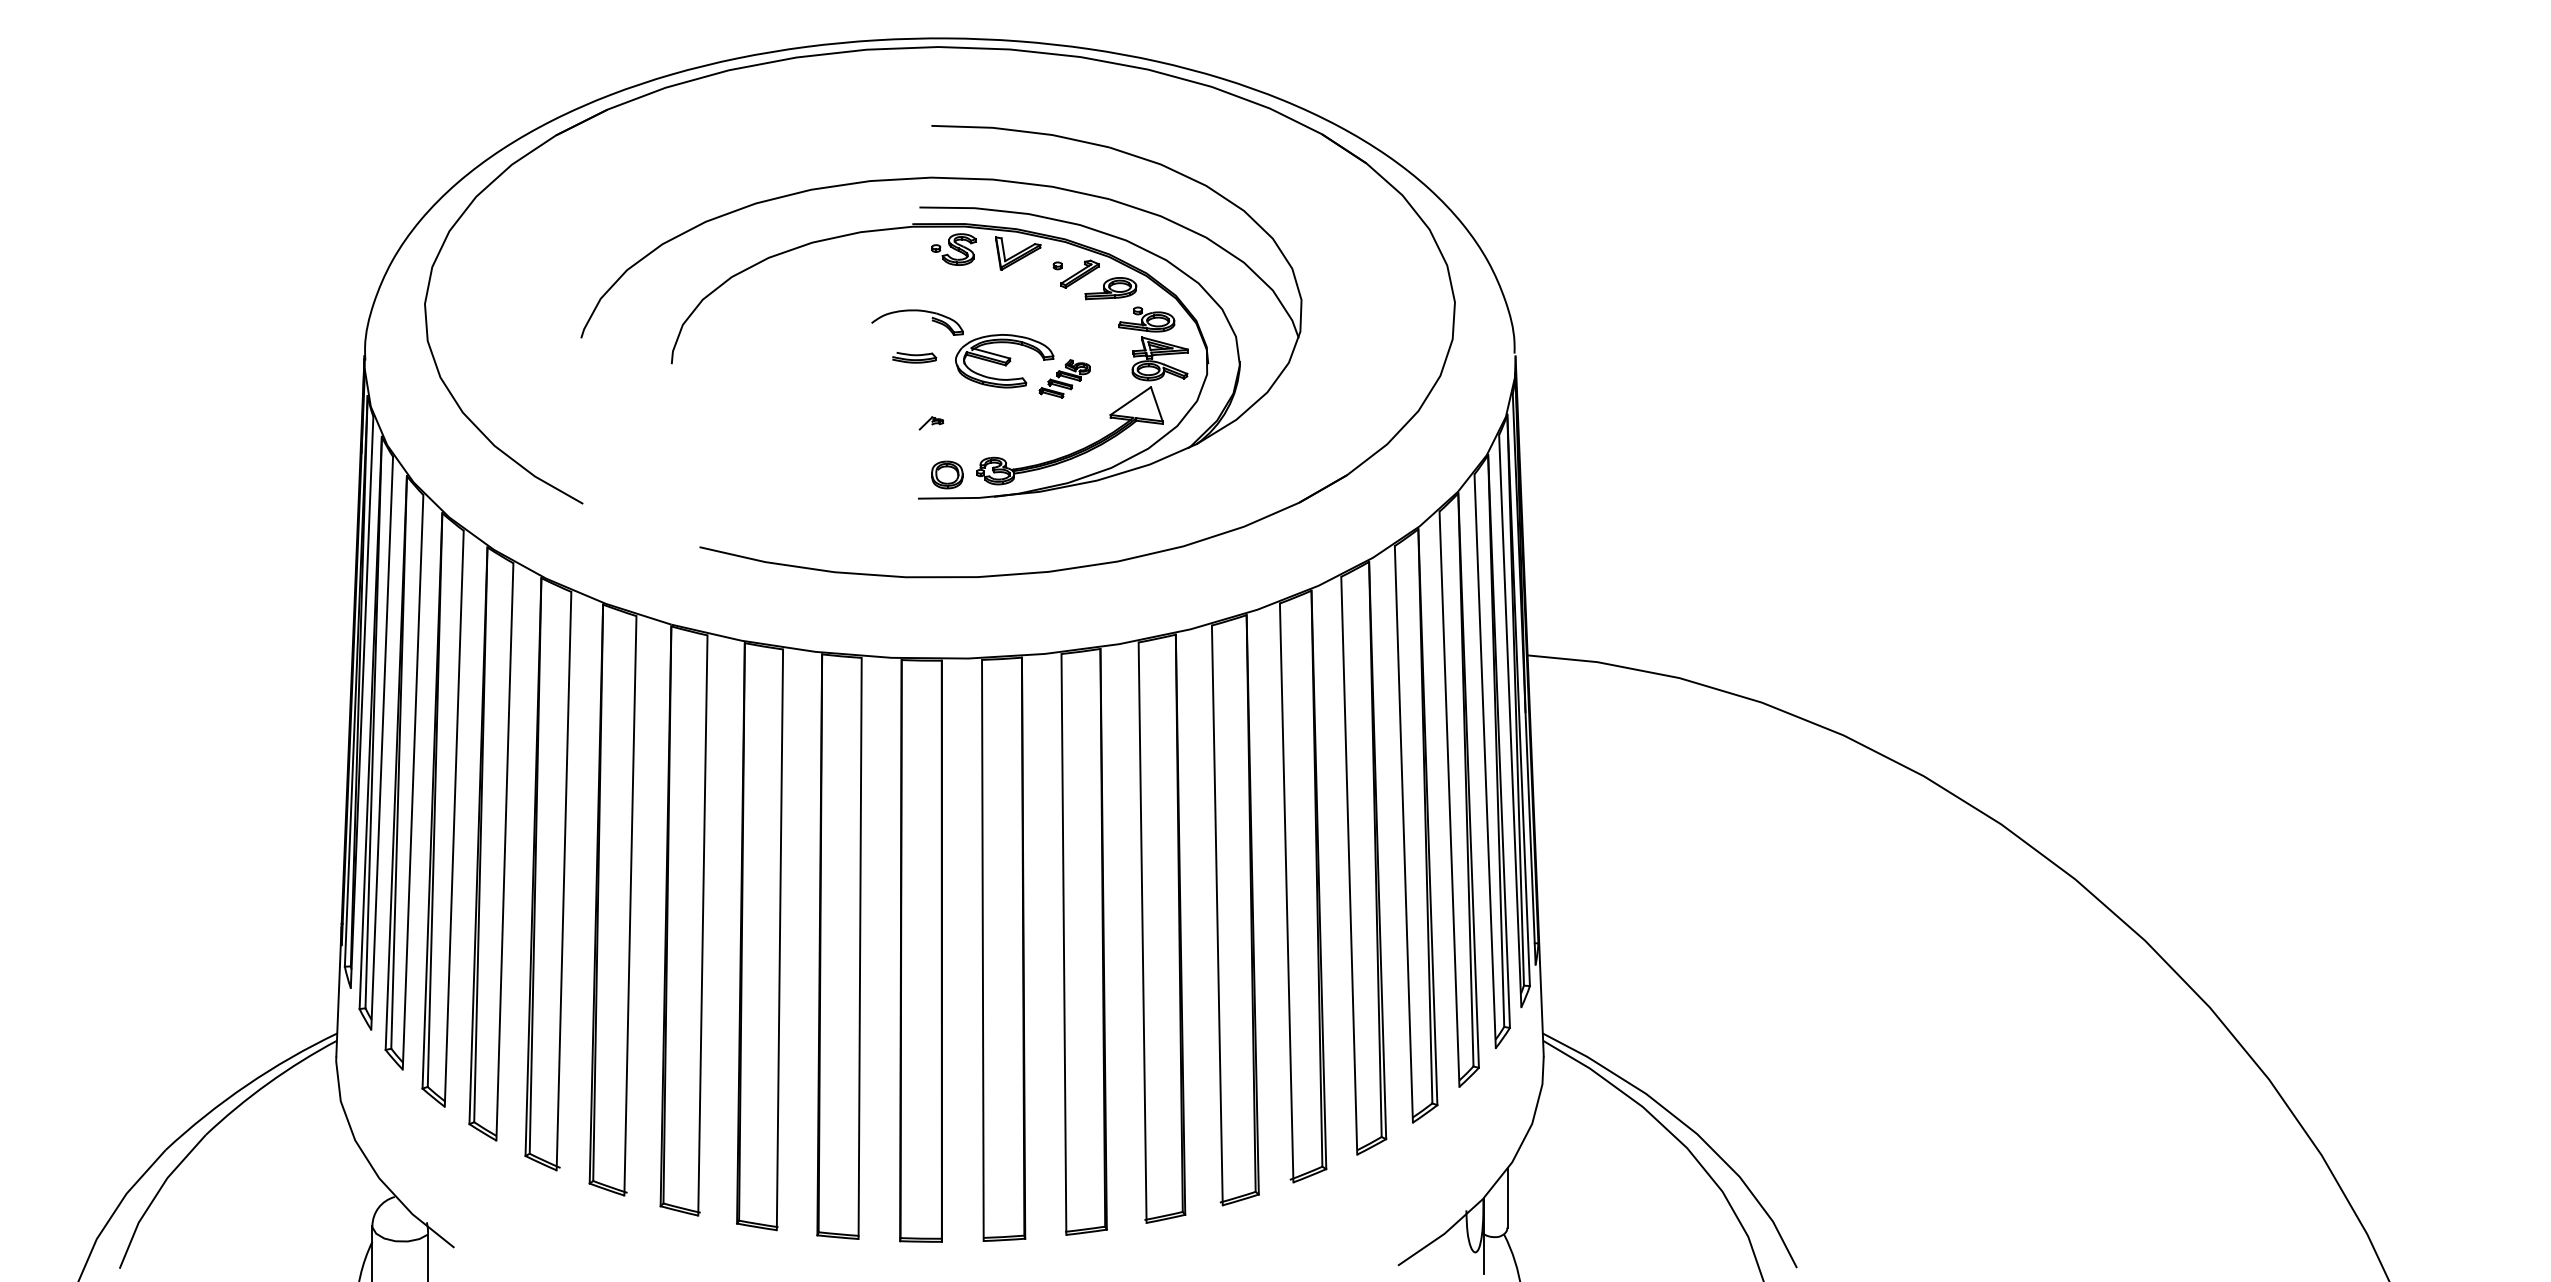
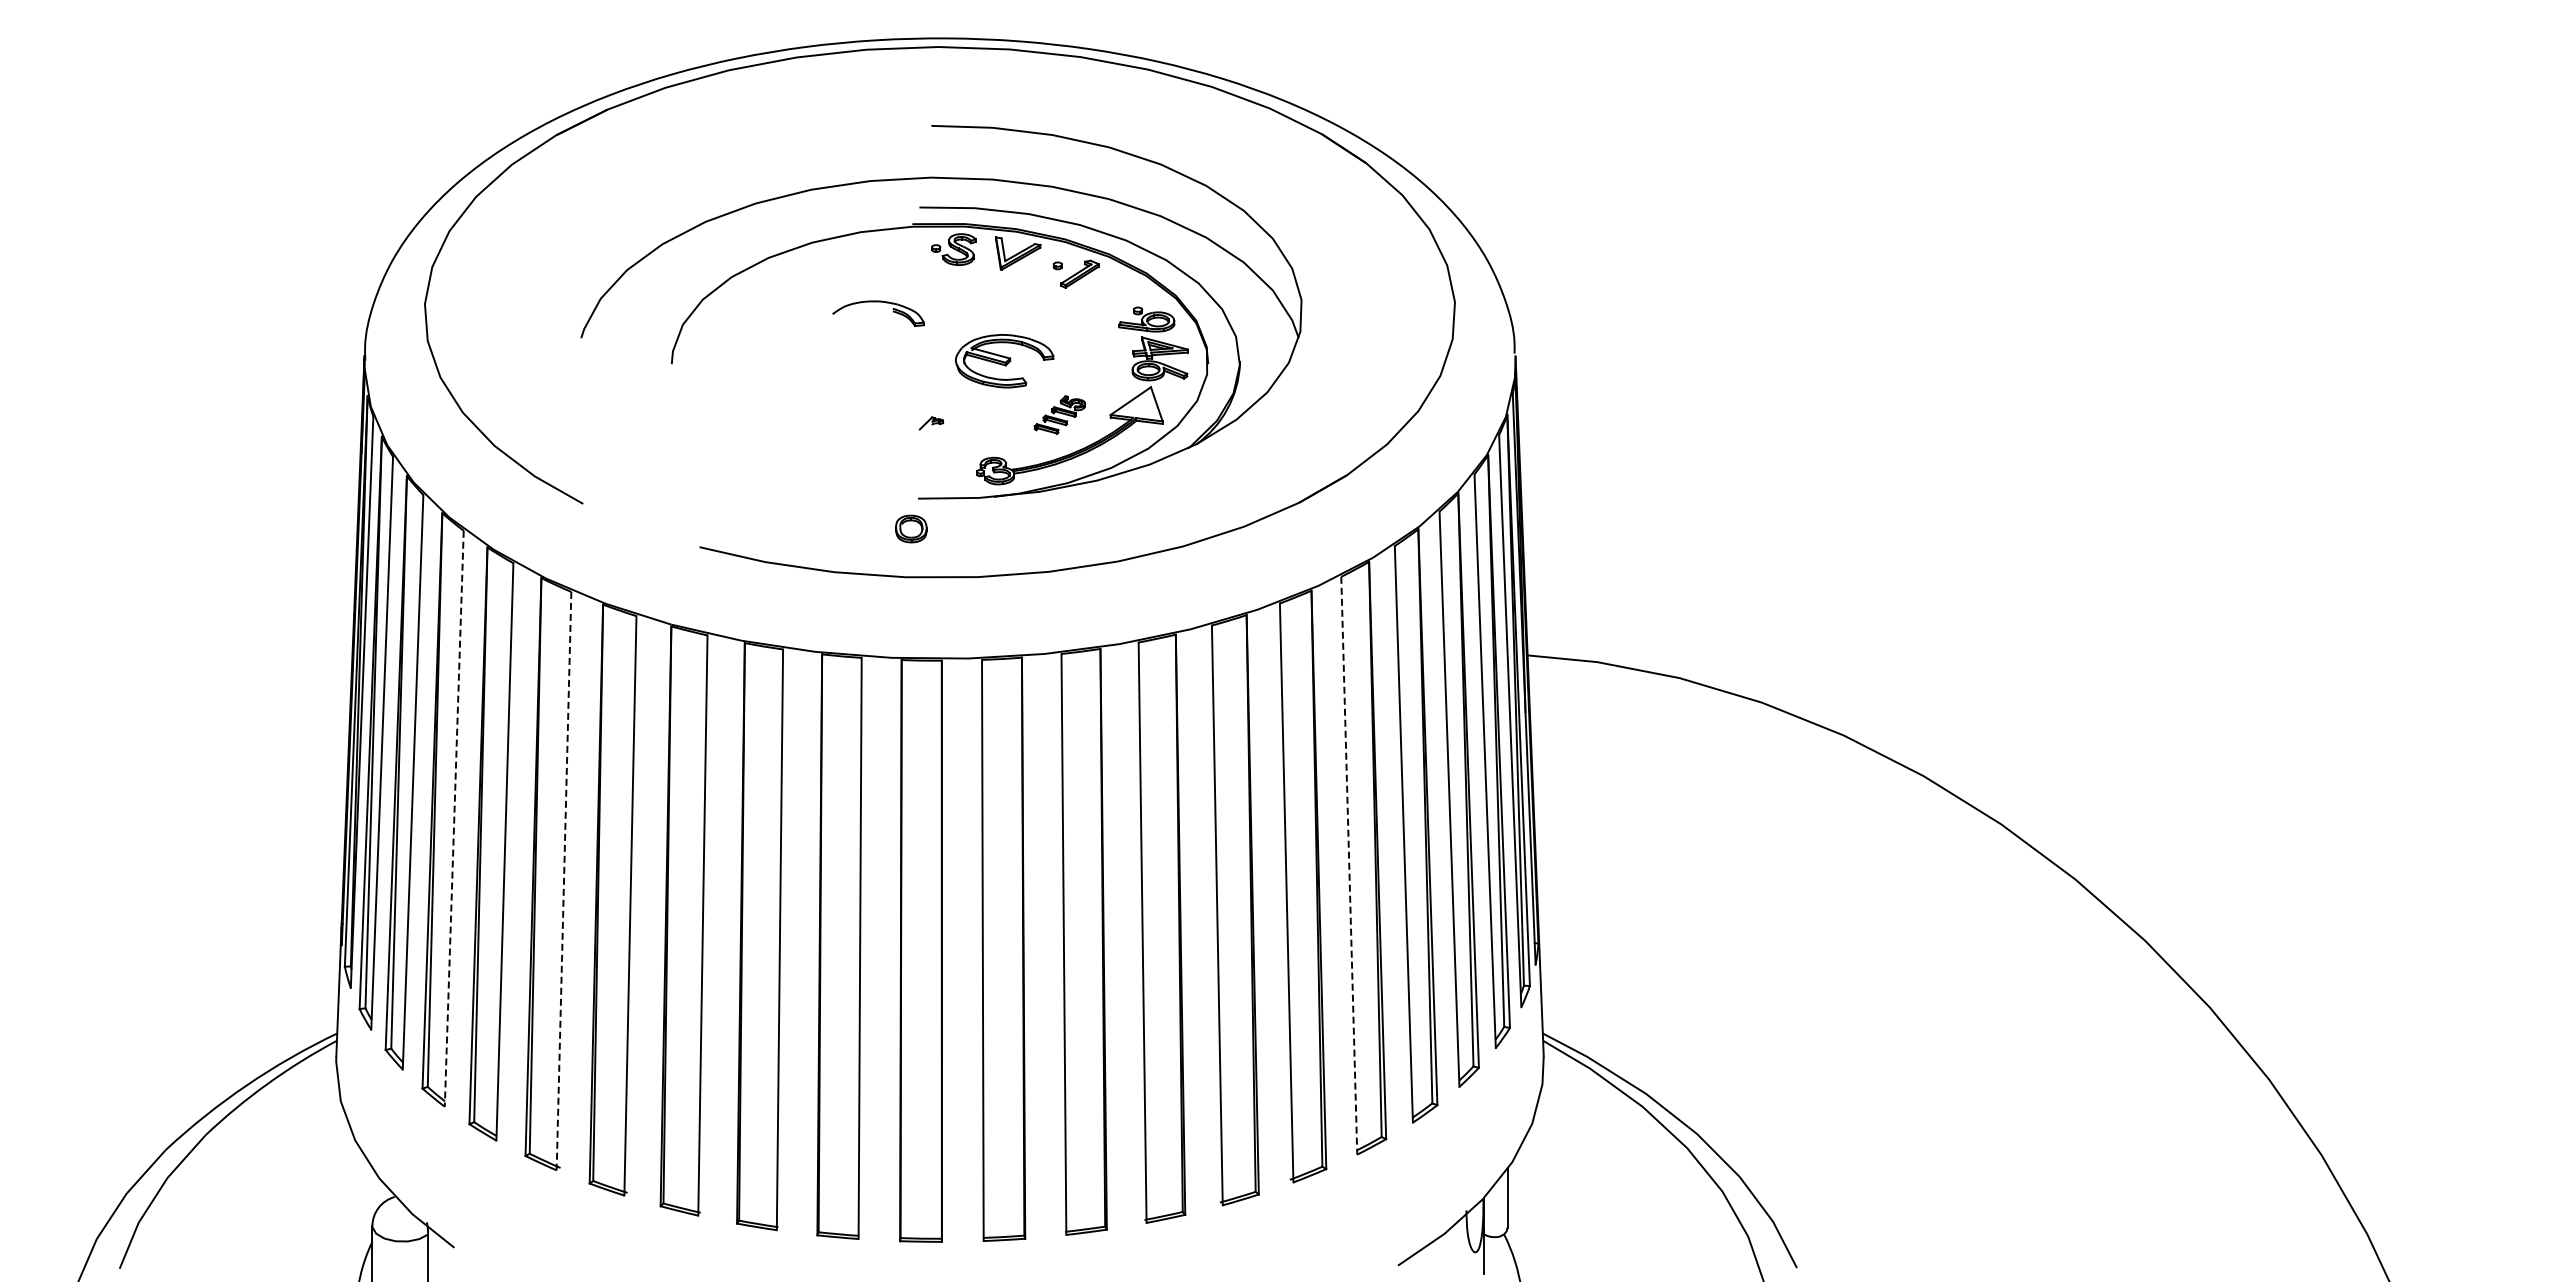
part at (1110, 288): present -> none
part at (917, 311) position: (917, 311) -> (878, 302)
part at (914, 357): present -> none
part at (1064, 378) position: (1064, 378) -> (1059, 414)
part at (947, 474) position: (947, 474) -> (911, 528)
line at (454, 819): solid -> dashed
line at (1349, 866): solid -> dashed
line at (564, 881): solid -> dashed
